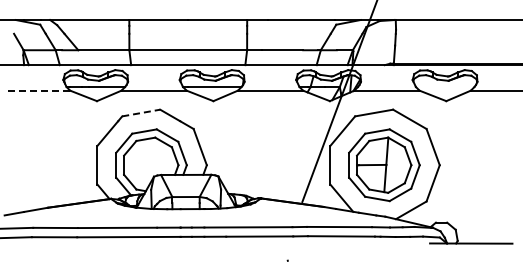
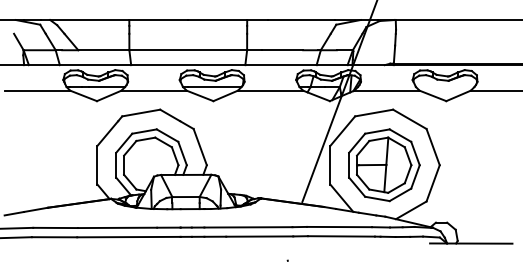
line at (37, 90): dashed -> solid
line at (141, 112): dashed -> solid
